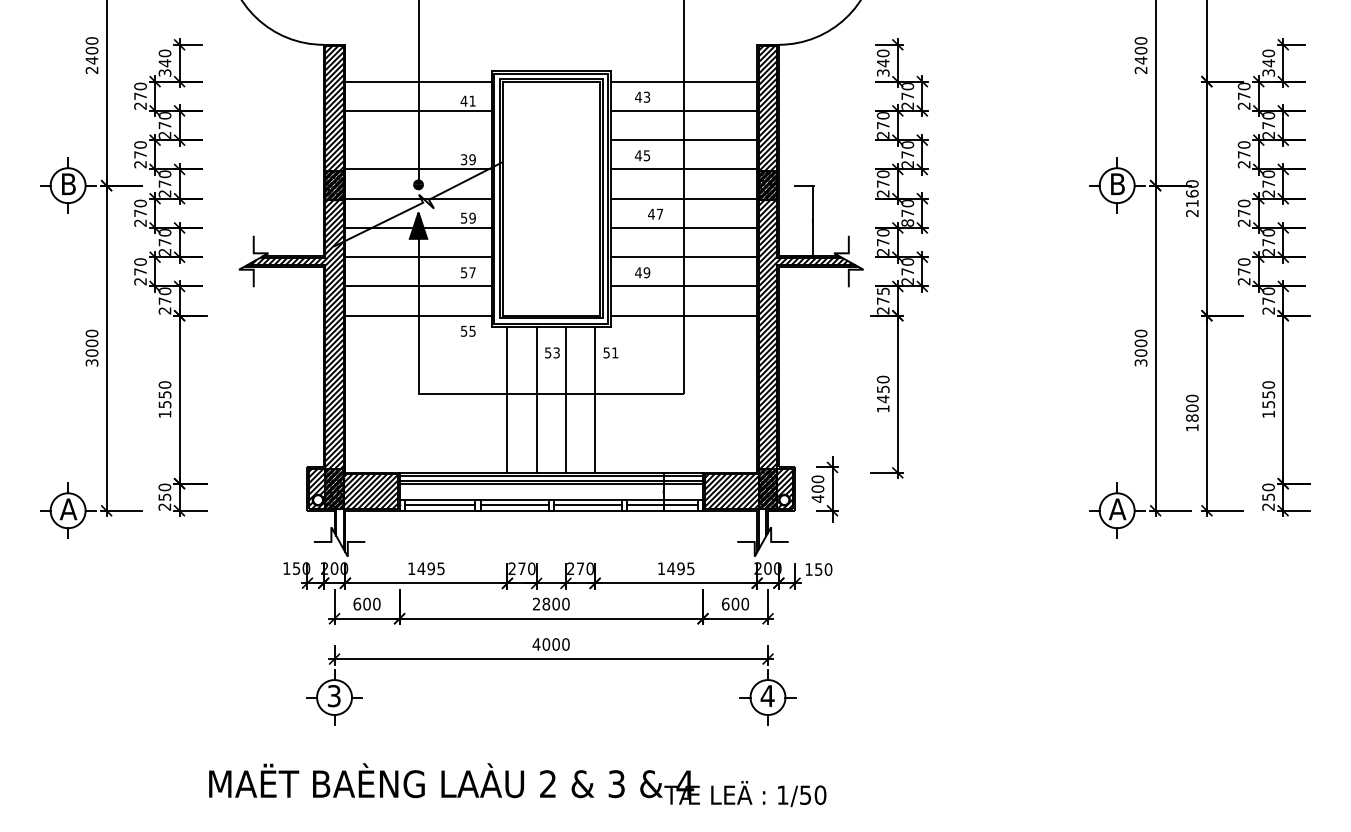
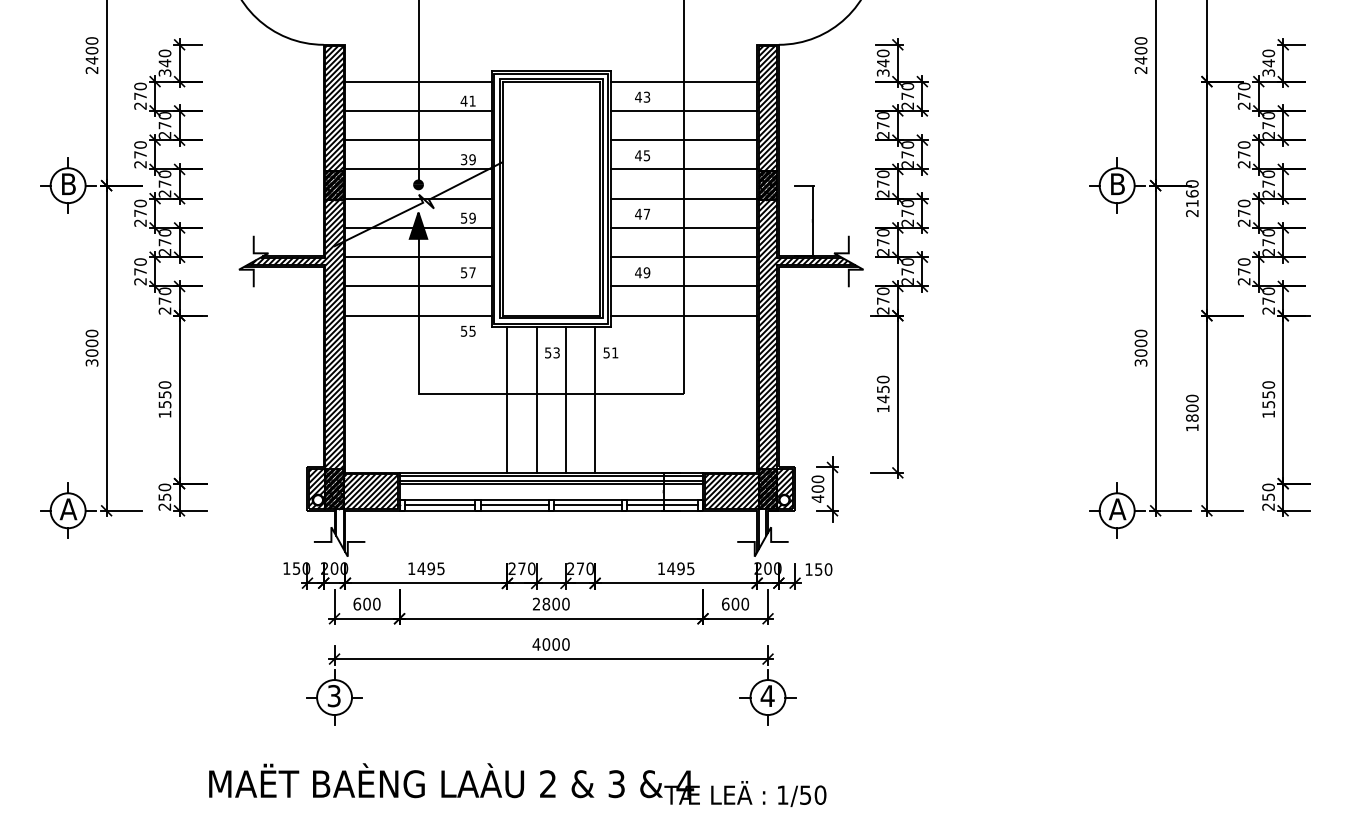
line at (418, 140): none -> present
text at (655, 213) position: (655, 213) -> (642, 213)
text at (907, 222): 870 -> 270
text at (882, 291): 275 -> 270
